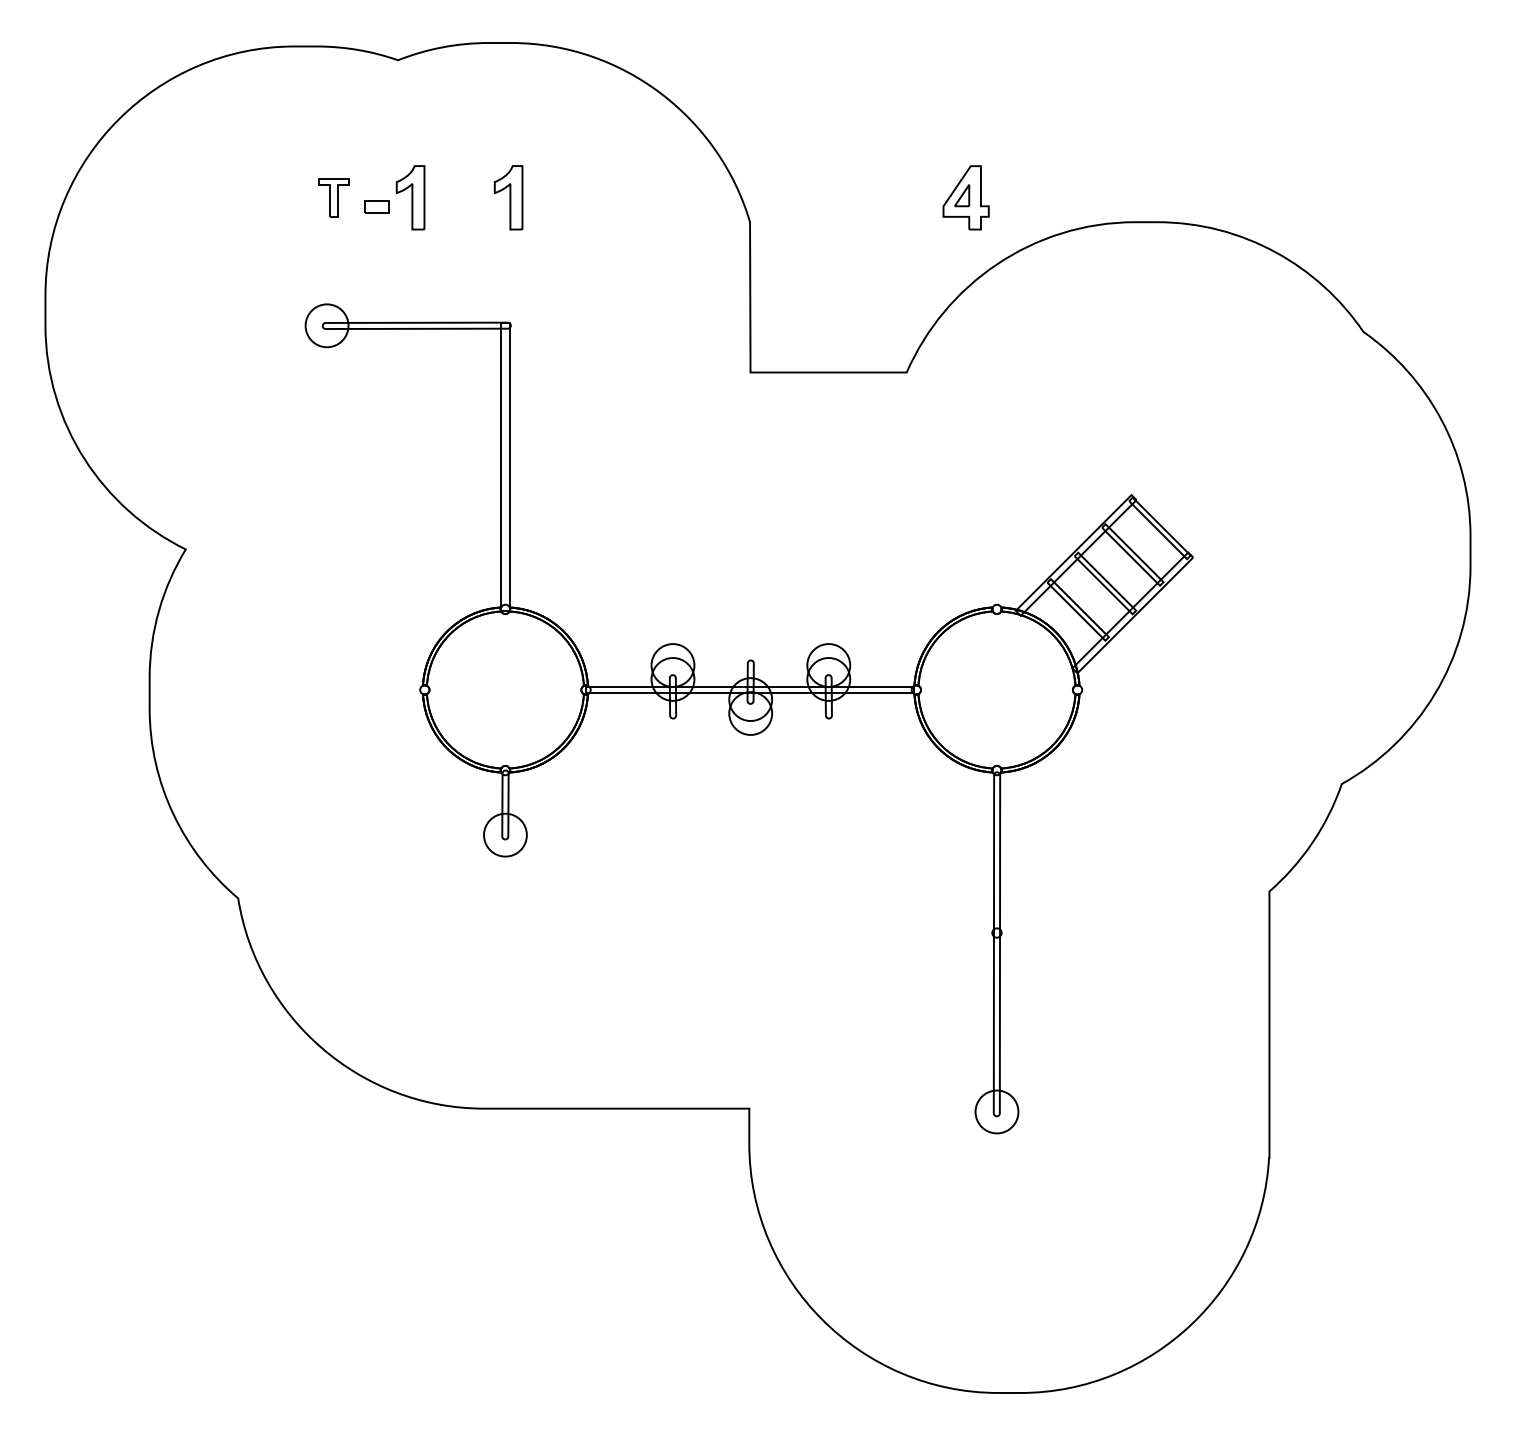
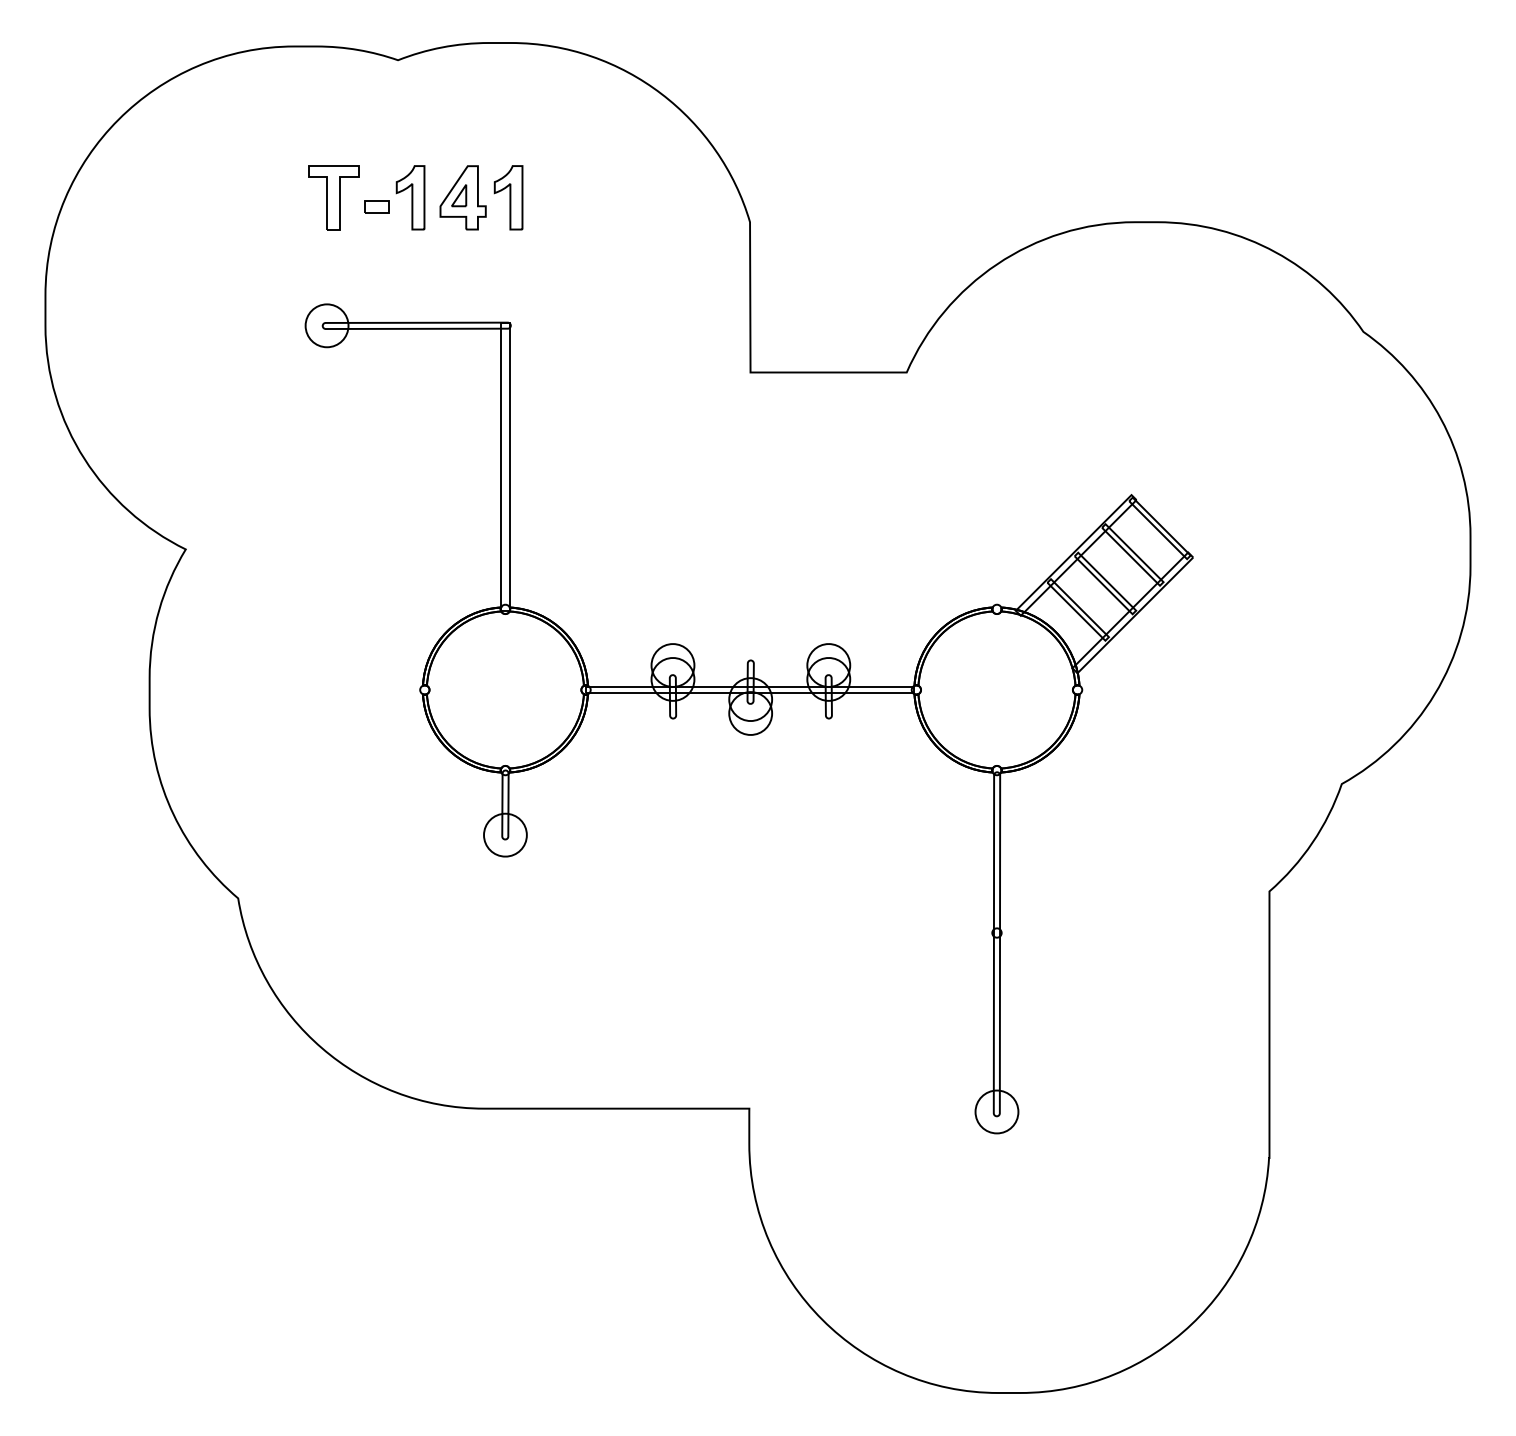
part at (333, 197) size: 32x40 px -> 52x66 px
part at (965, 197) position: (965, 197) -> (462, 197)
